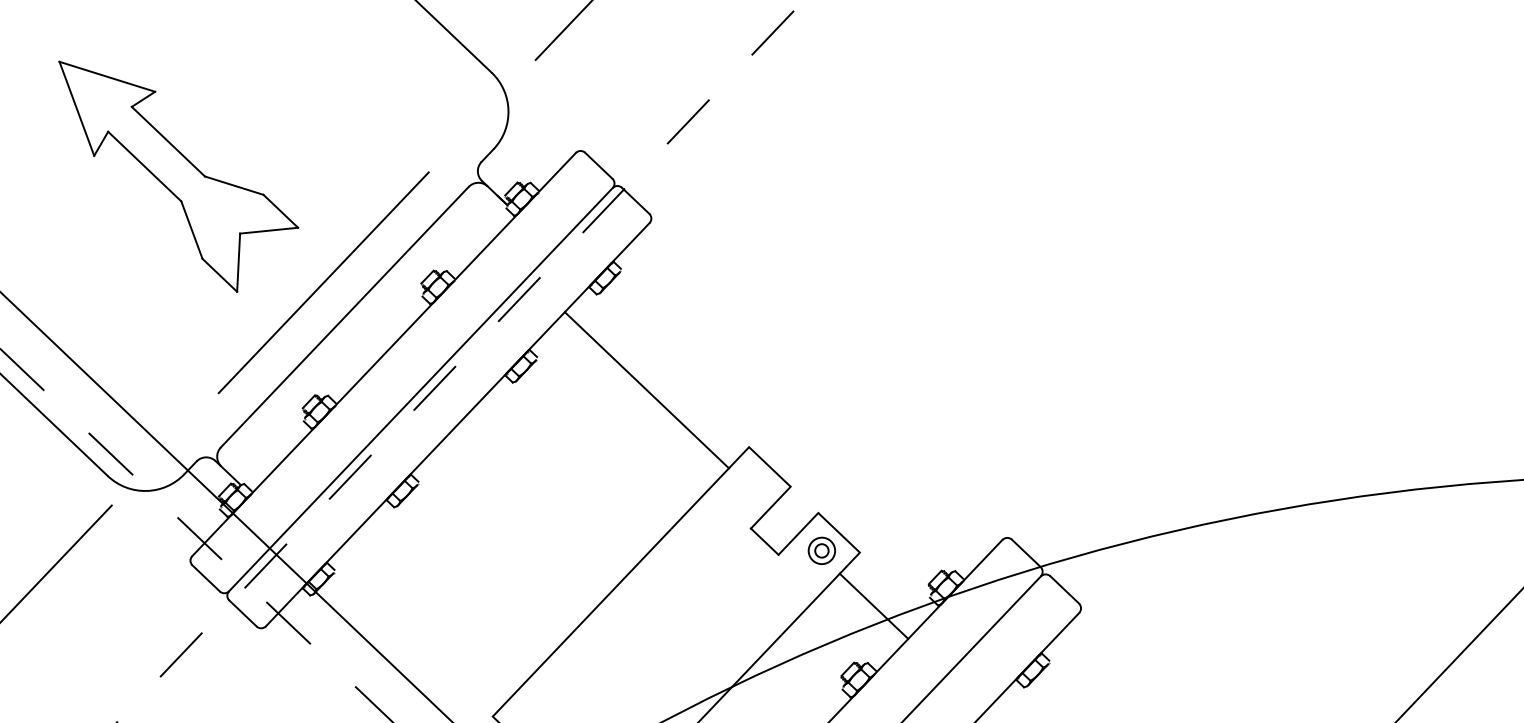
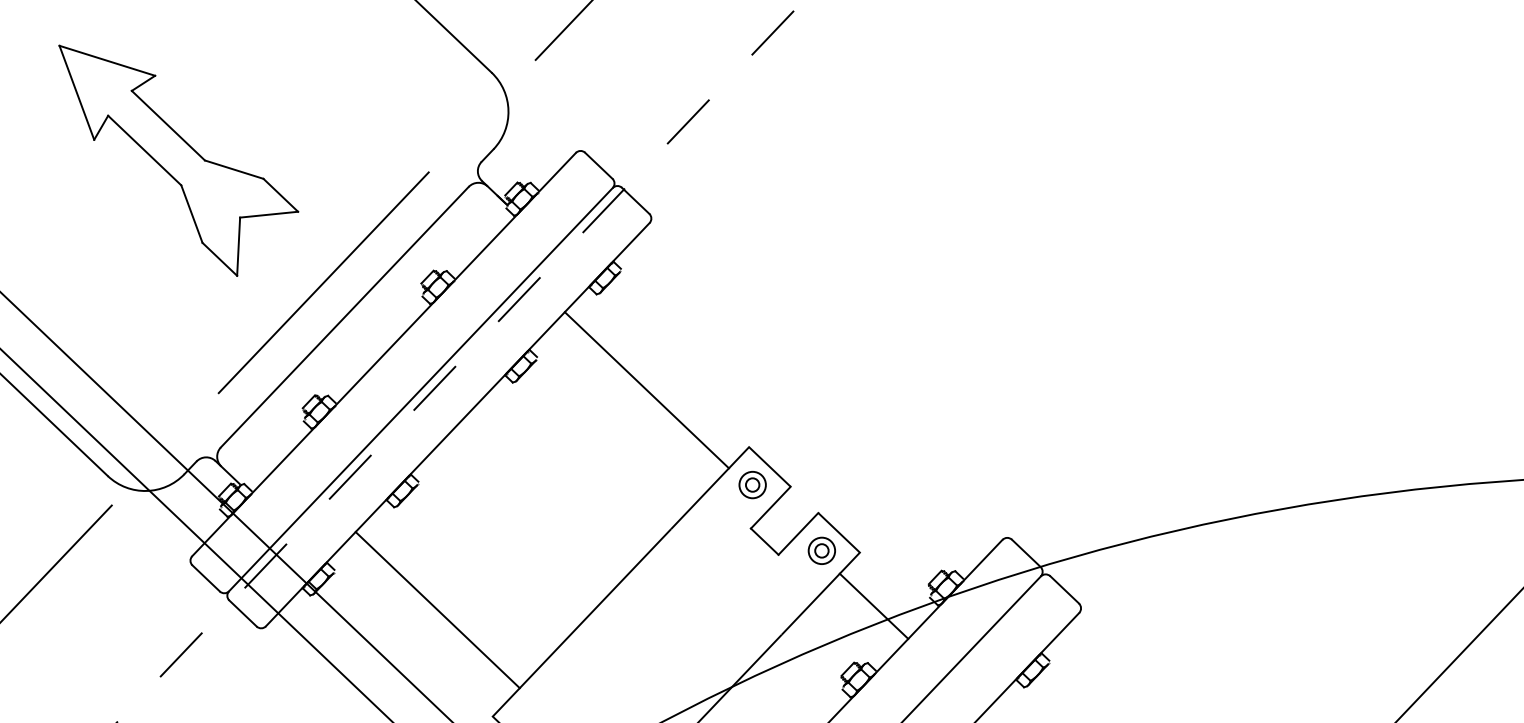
part at (178, 176) position: (178, 176) -> (178, 160)
part at (752, 485): none -> present
line at (196, 535): dashed -> solid
line at (437, 610): none -> present
